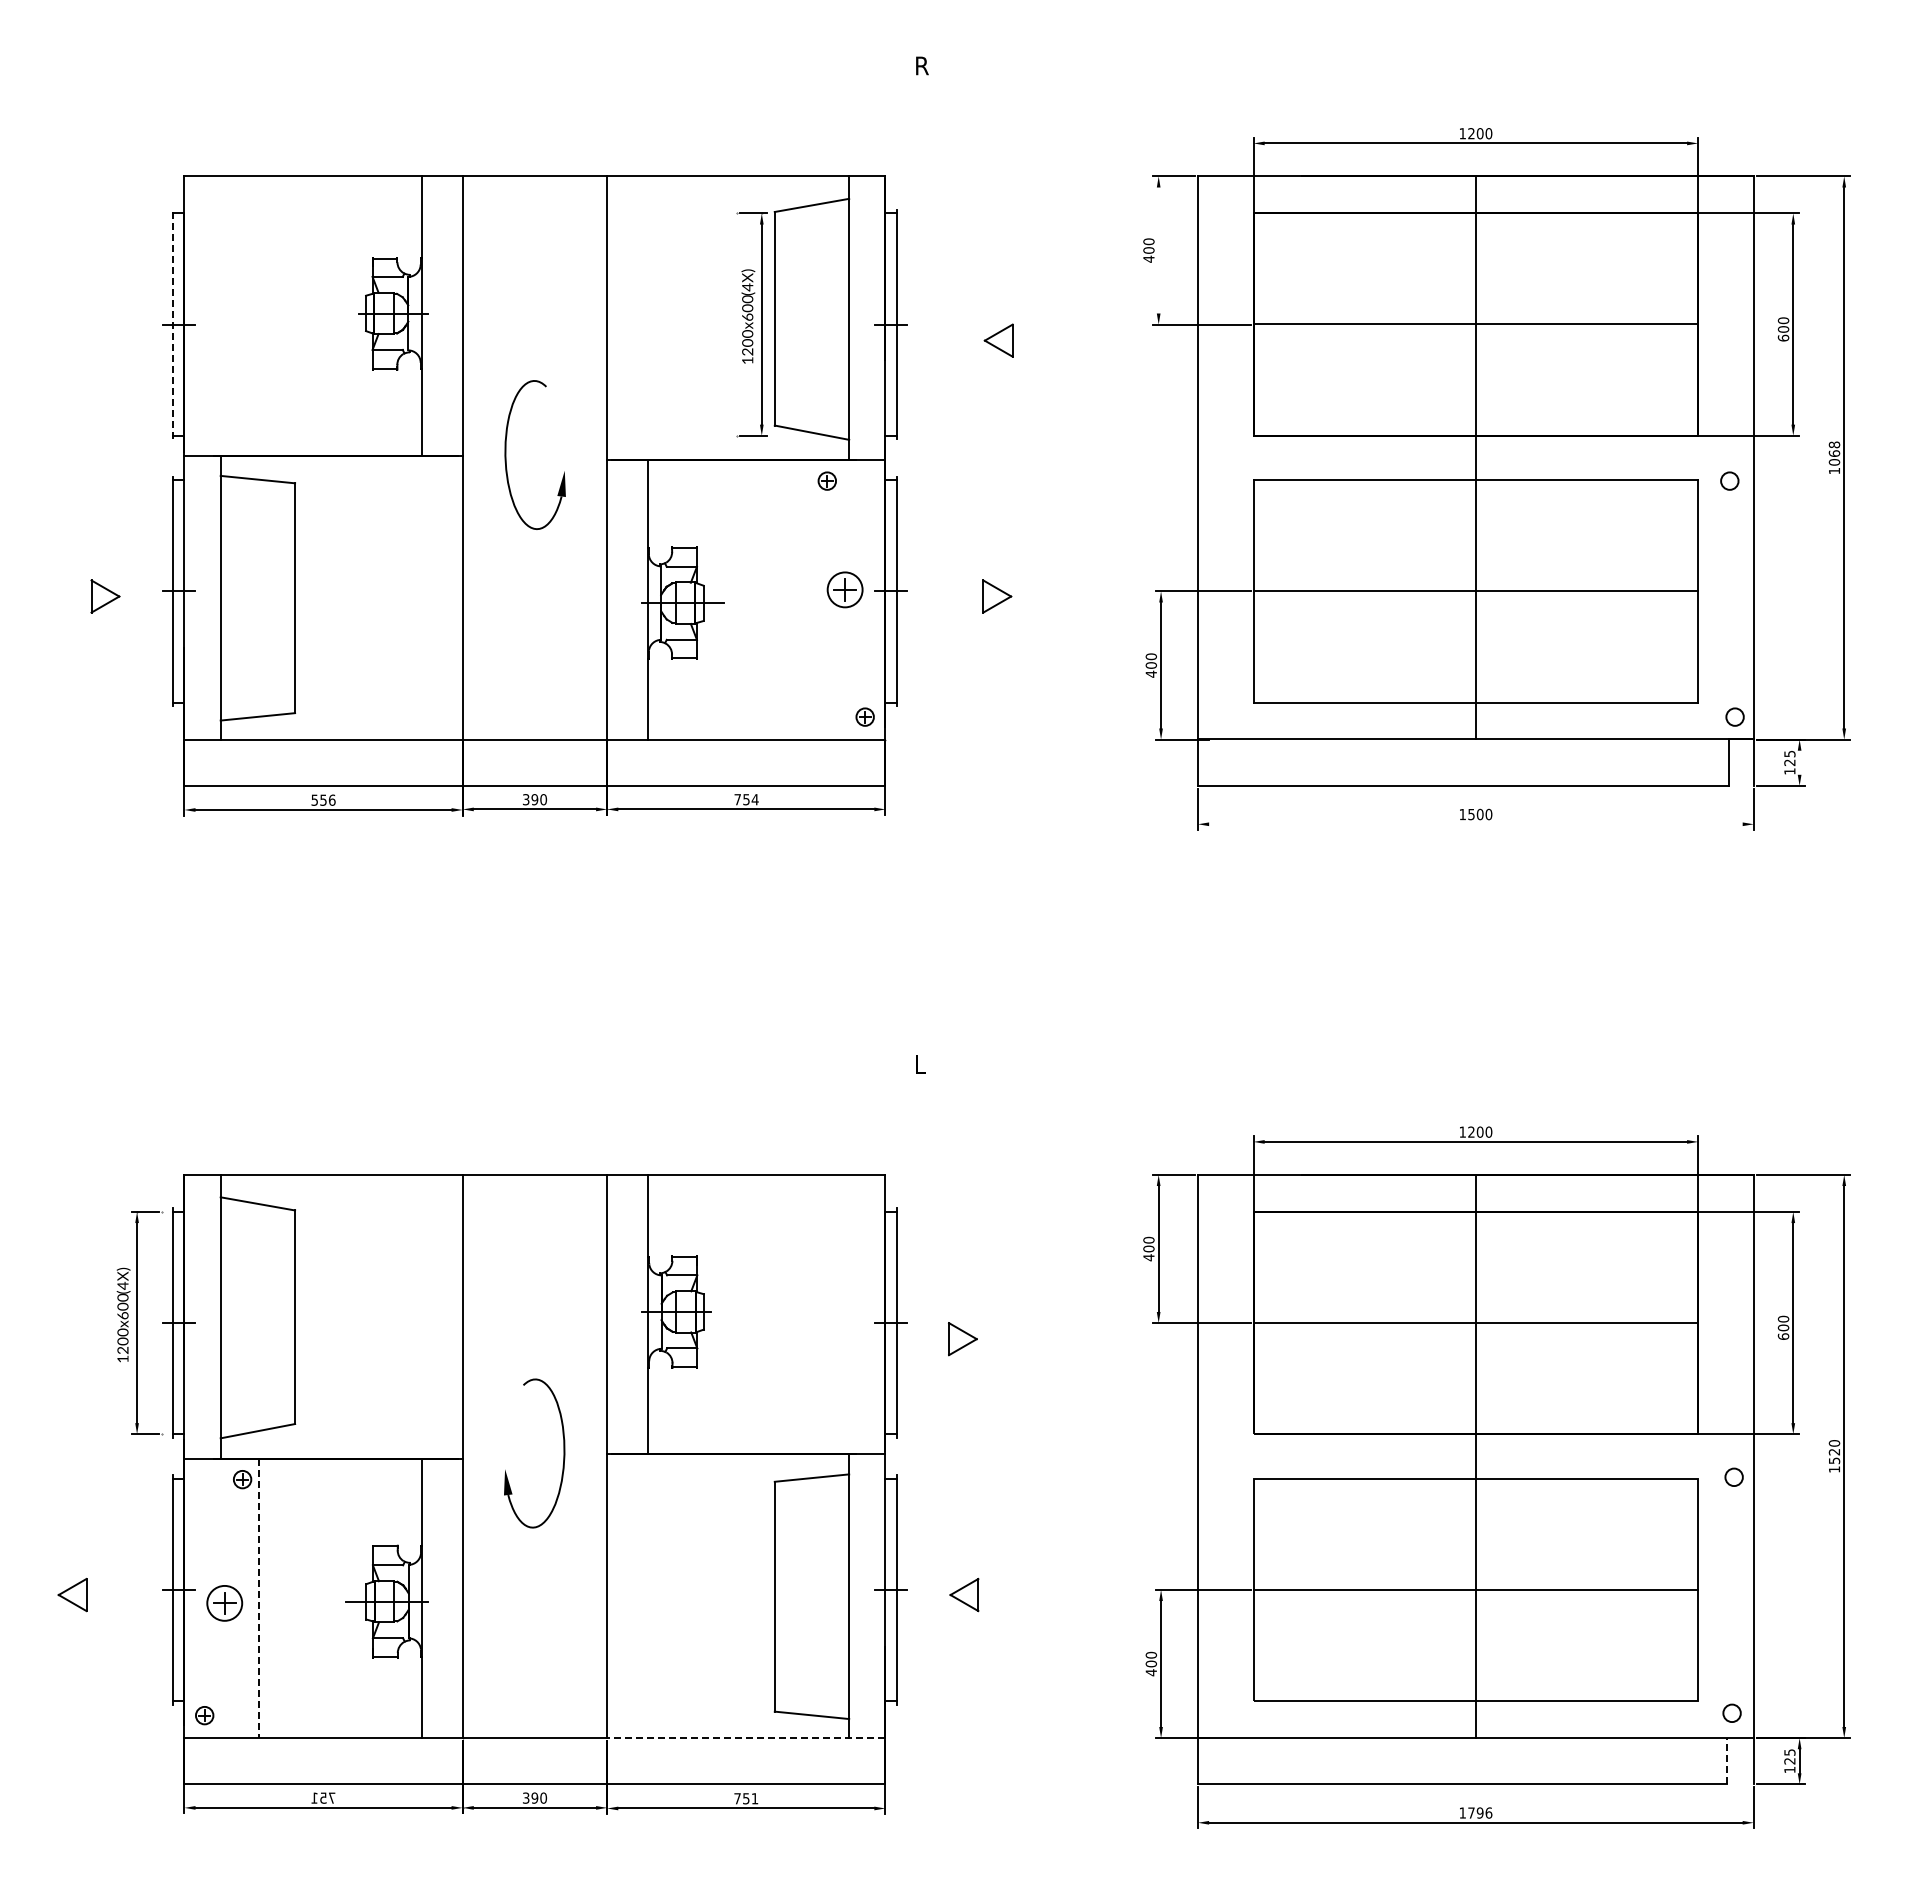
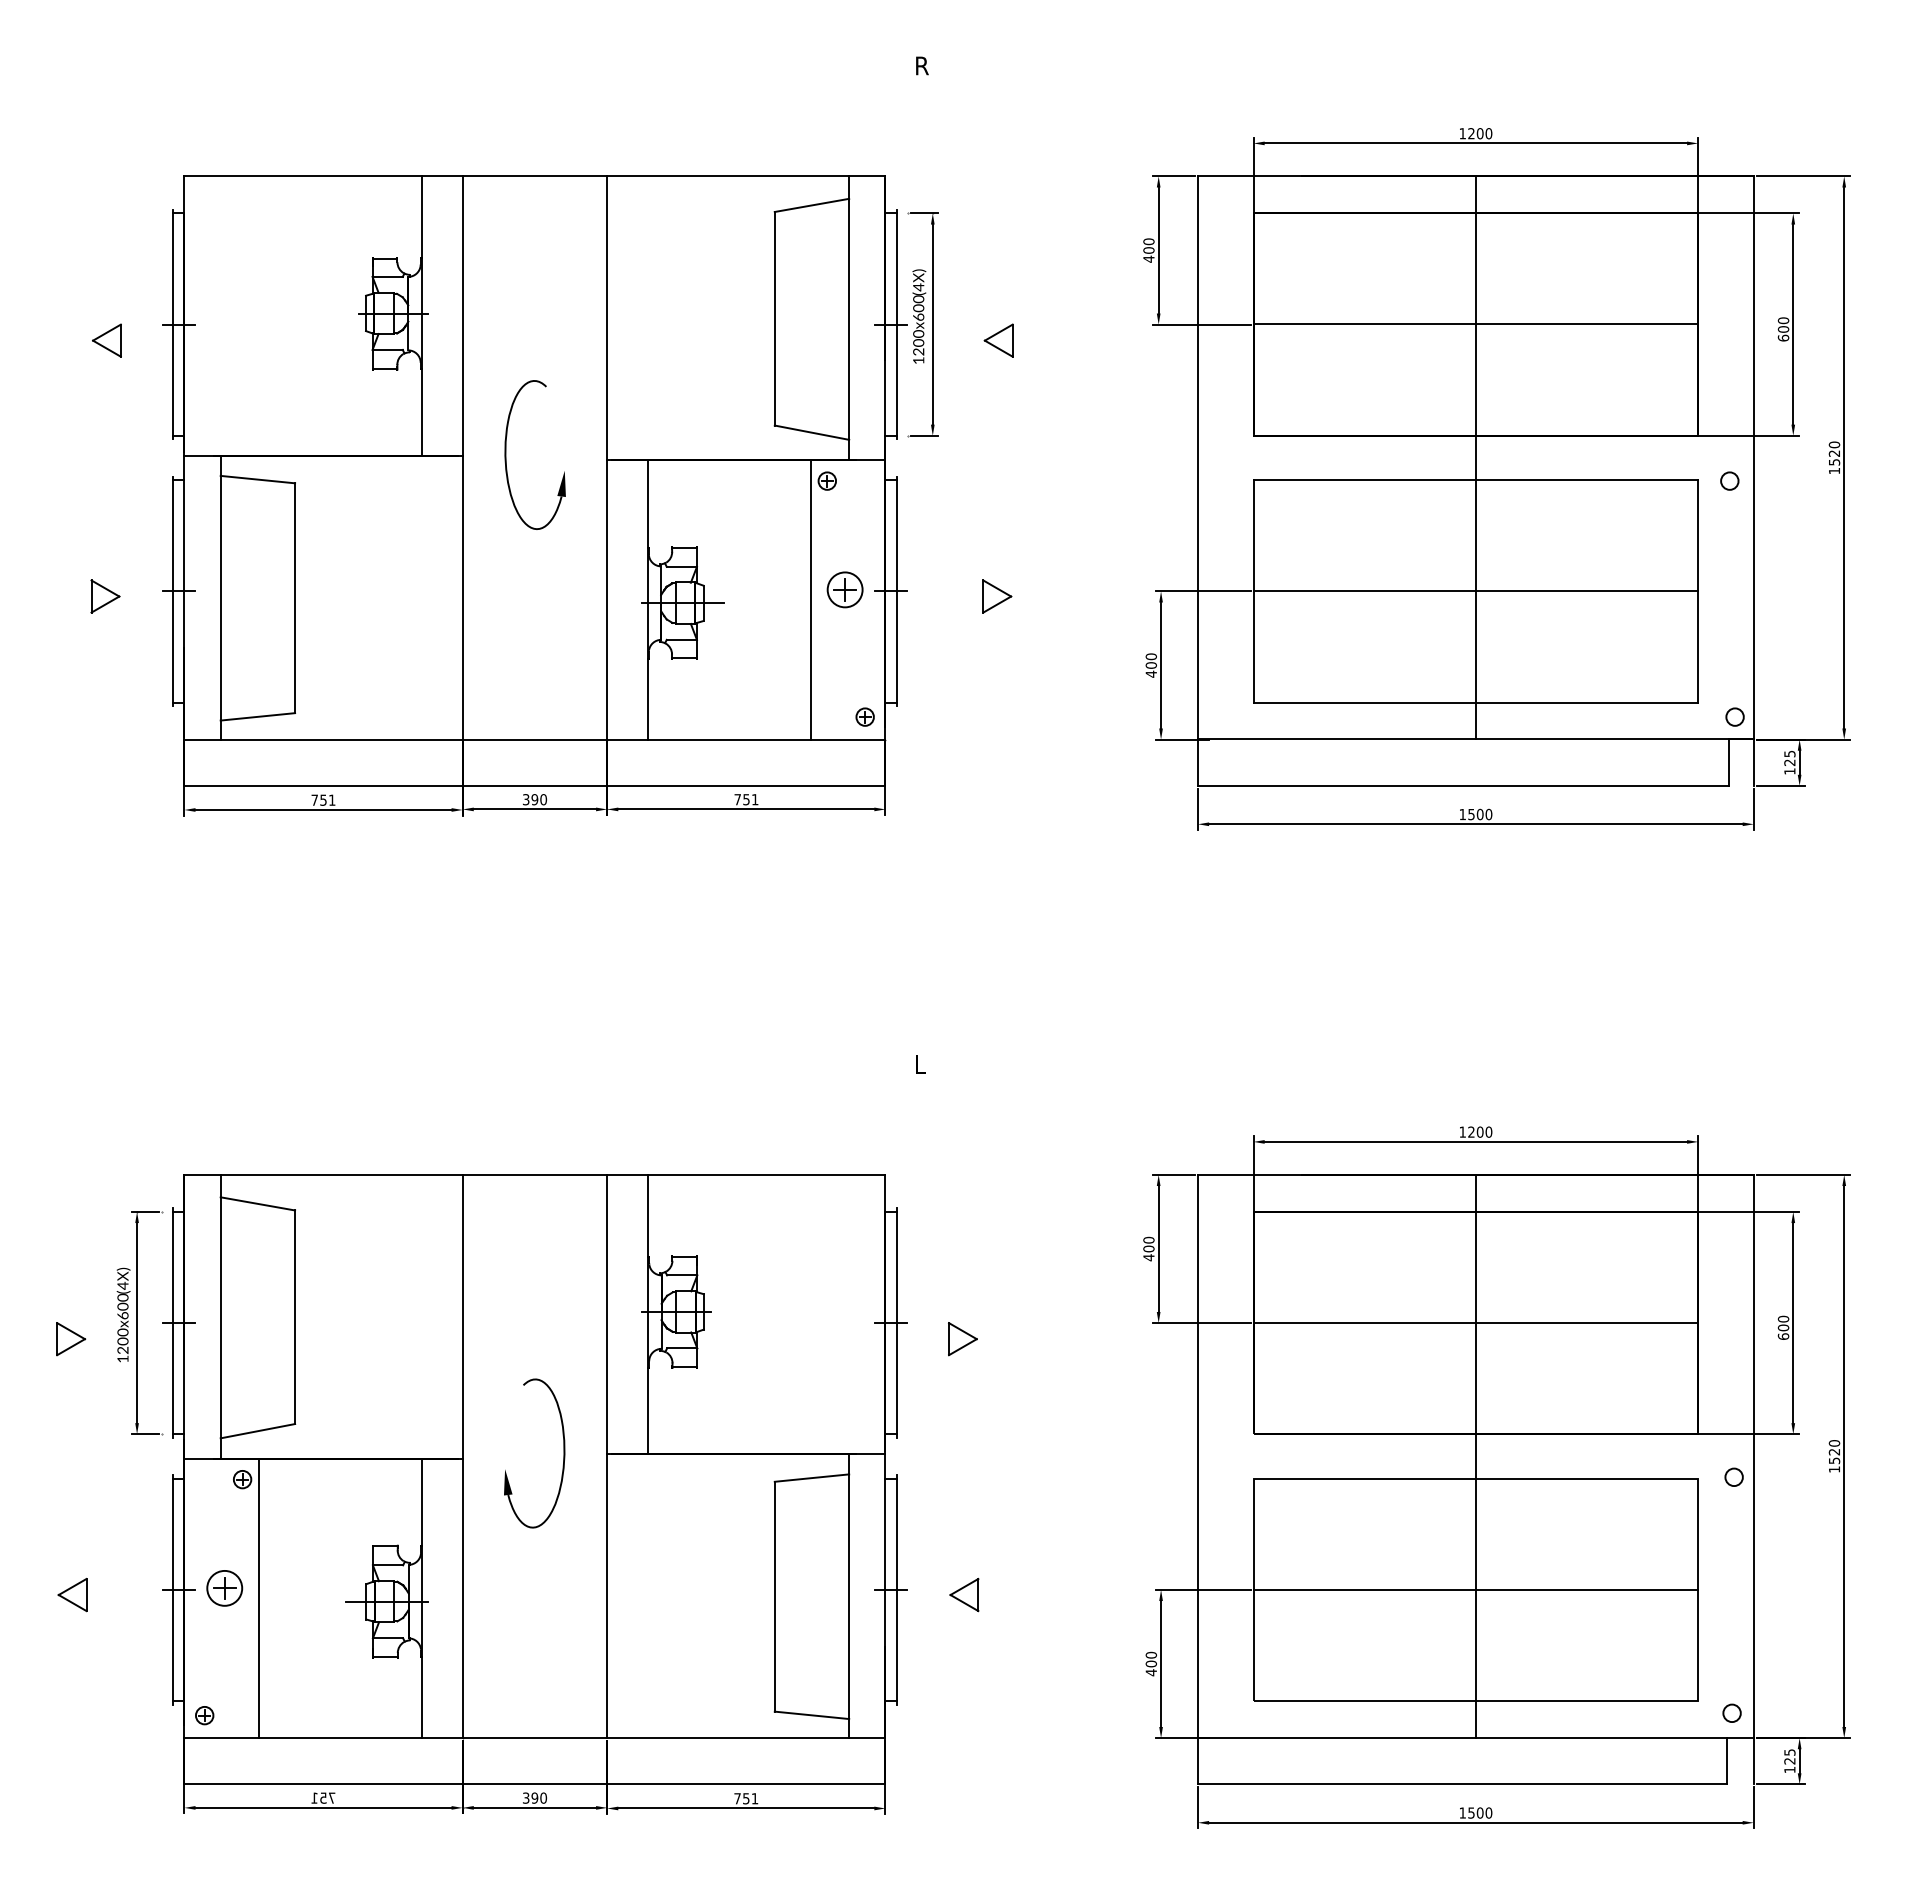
line at (1158, 250): none -> present
line at (173, 324): dashed -> solid
part at (751, 324) position: (751, 324) -> (922, 324)
part at (106, 340): none -> present
text at (1834, 453): 1068 -> 1520
line at (811, 599): none -> present
line at (1799, 762): none -> present
text at (323, 799): 556 -> 751
text at (754, 799): 754 -> 751
line at (1475, 824): none -> present
part at (71, 1339): none -> present
line at (258, 1598): dashed -> solid
part at (224, 1603) position: (224, 1603) -> (224, 1588)
line at (745, 1738): dashed -> solid
line at (1727, 1760): dashed -> solid
text at (1480, 1812): 1796 -> 1500
